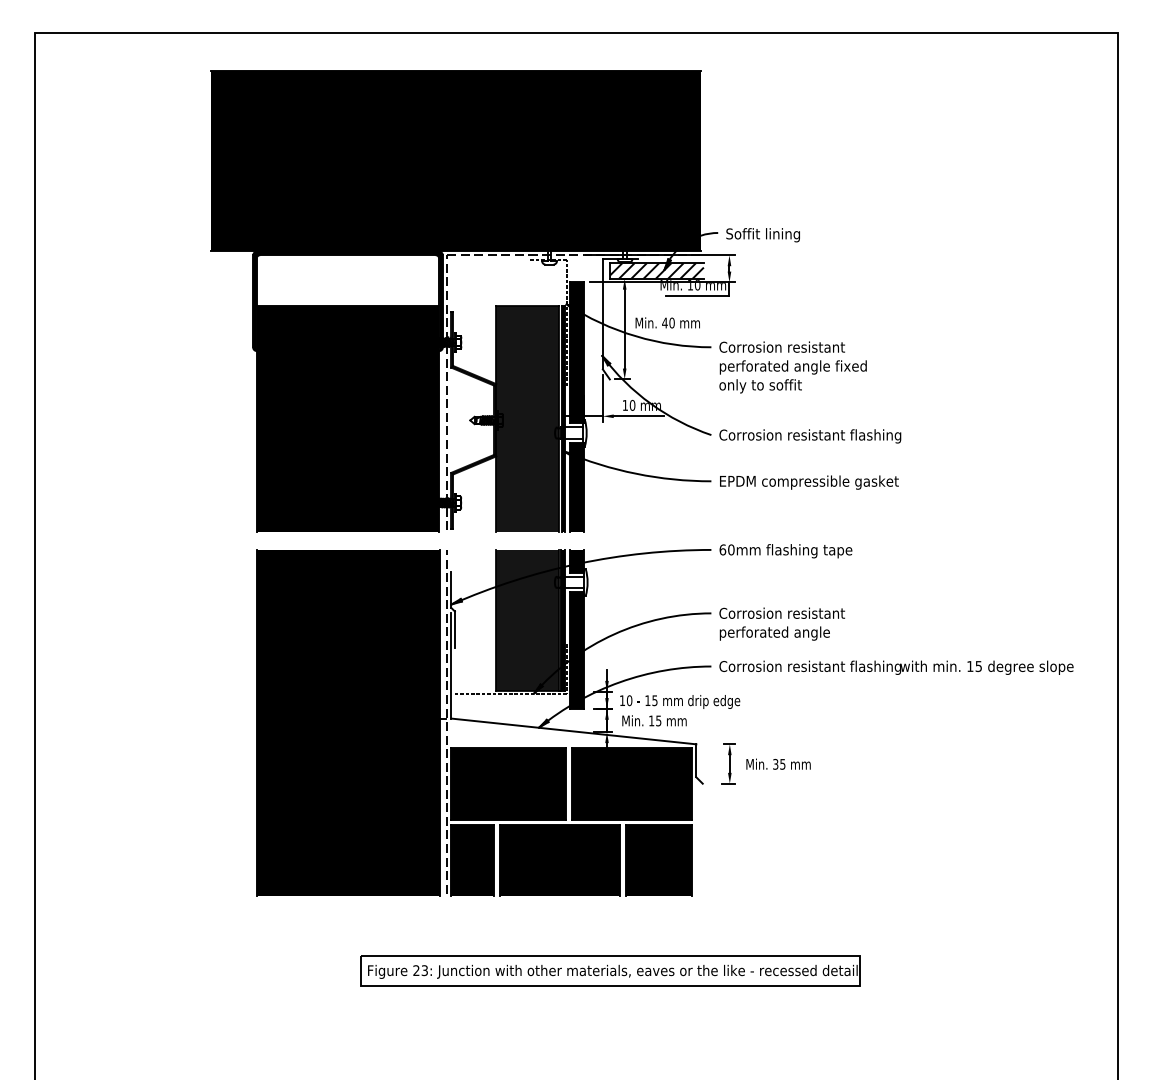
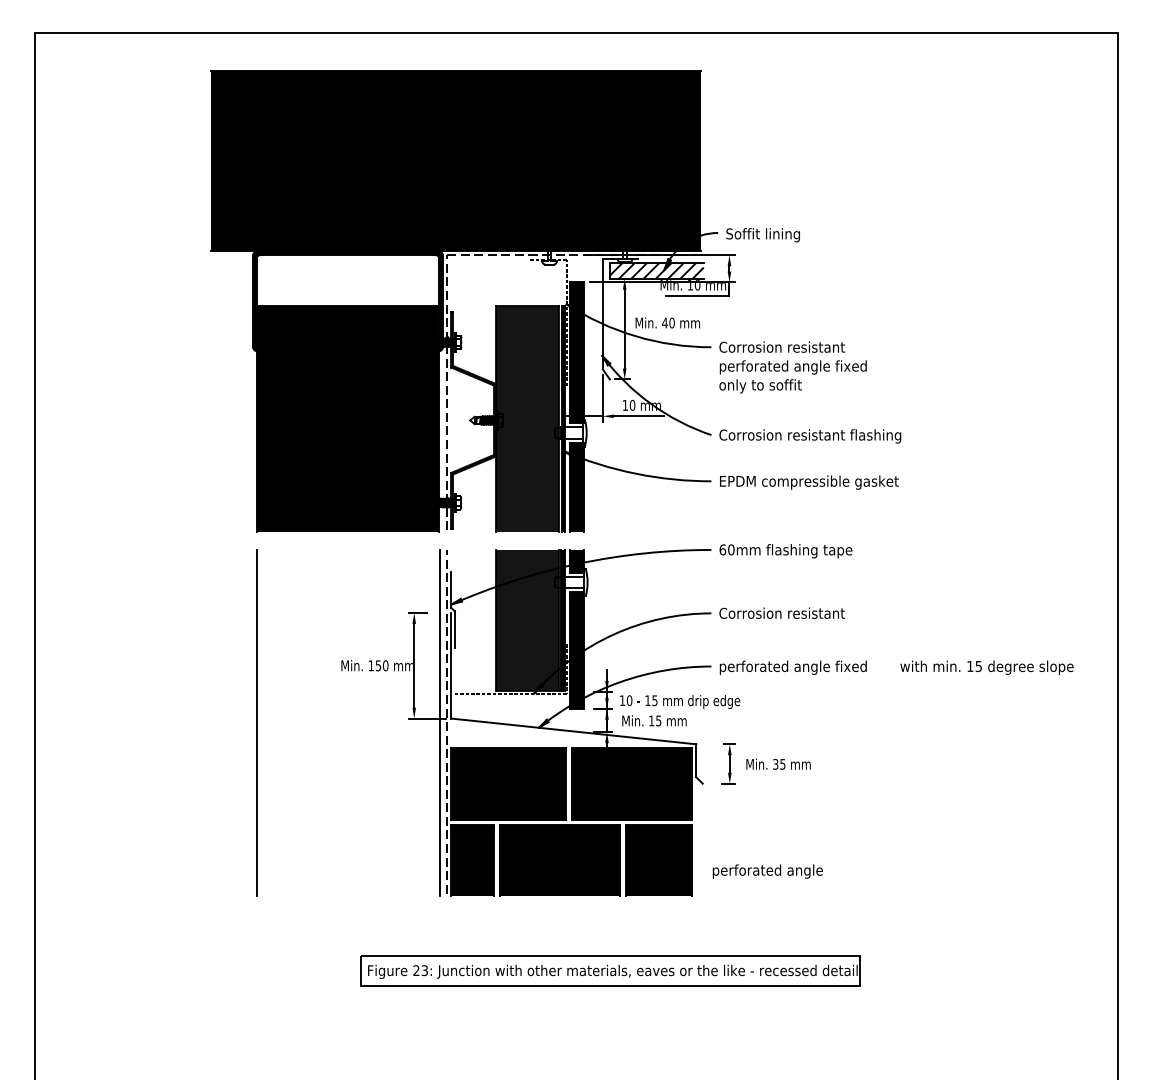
text at (774, 633) position: (774, 633) -> (767, 871)
text at (810, 667): Corrosion resistant flashing -> perforated angle fixed
fill at (347, 722): present -> none
